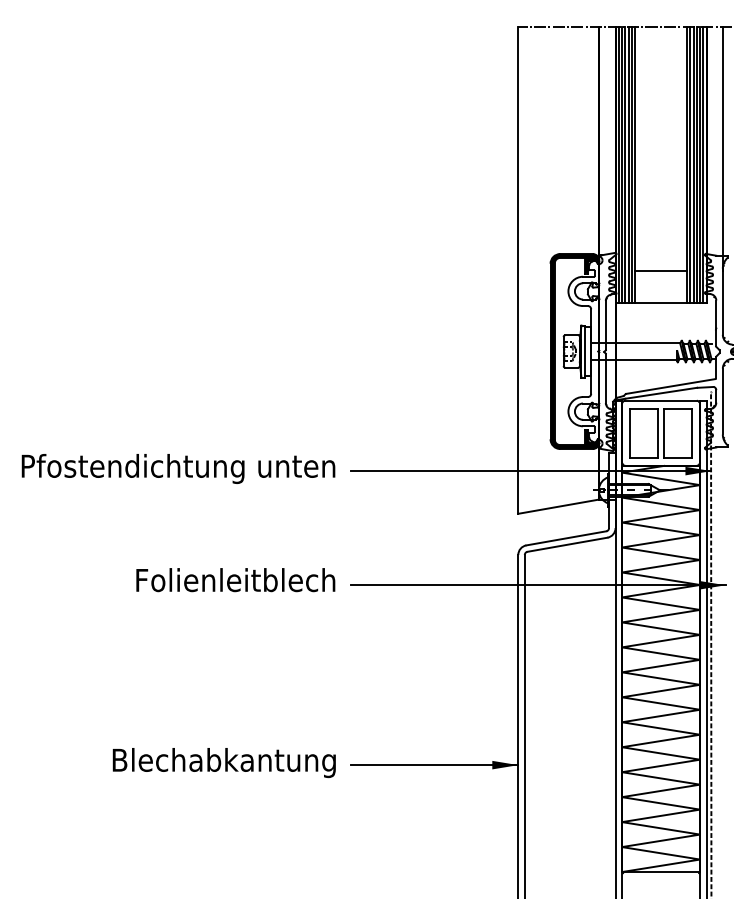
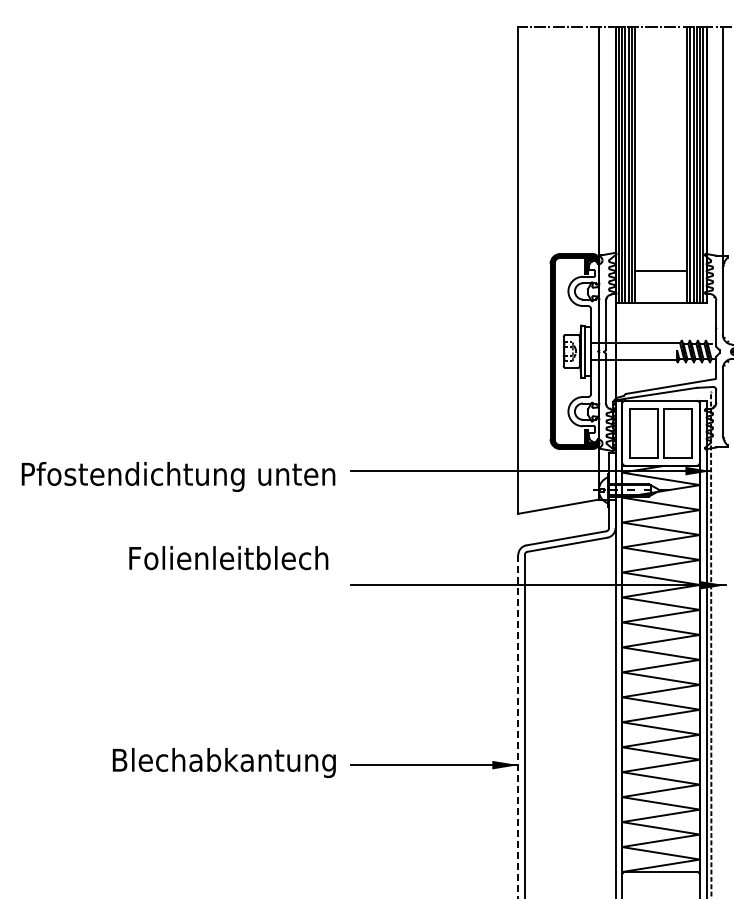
text at (178, 468) position: (178, 468) -> (178, 476)
text at (235, 580) position: (235, 580) -> (228, 558)
line at (518, 726): solid -> dashed
